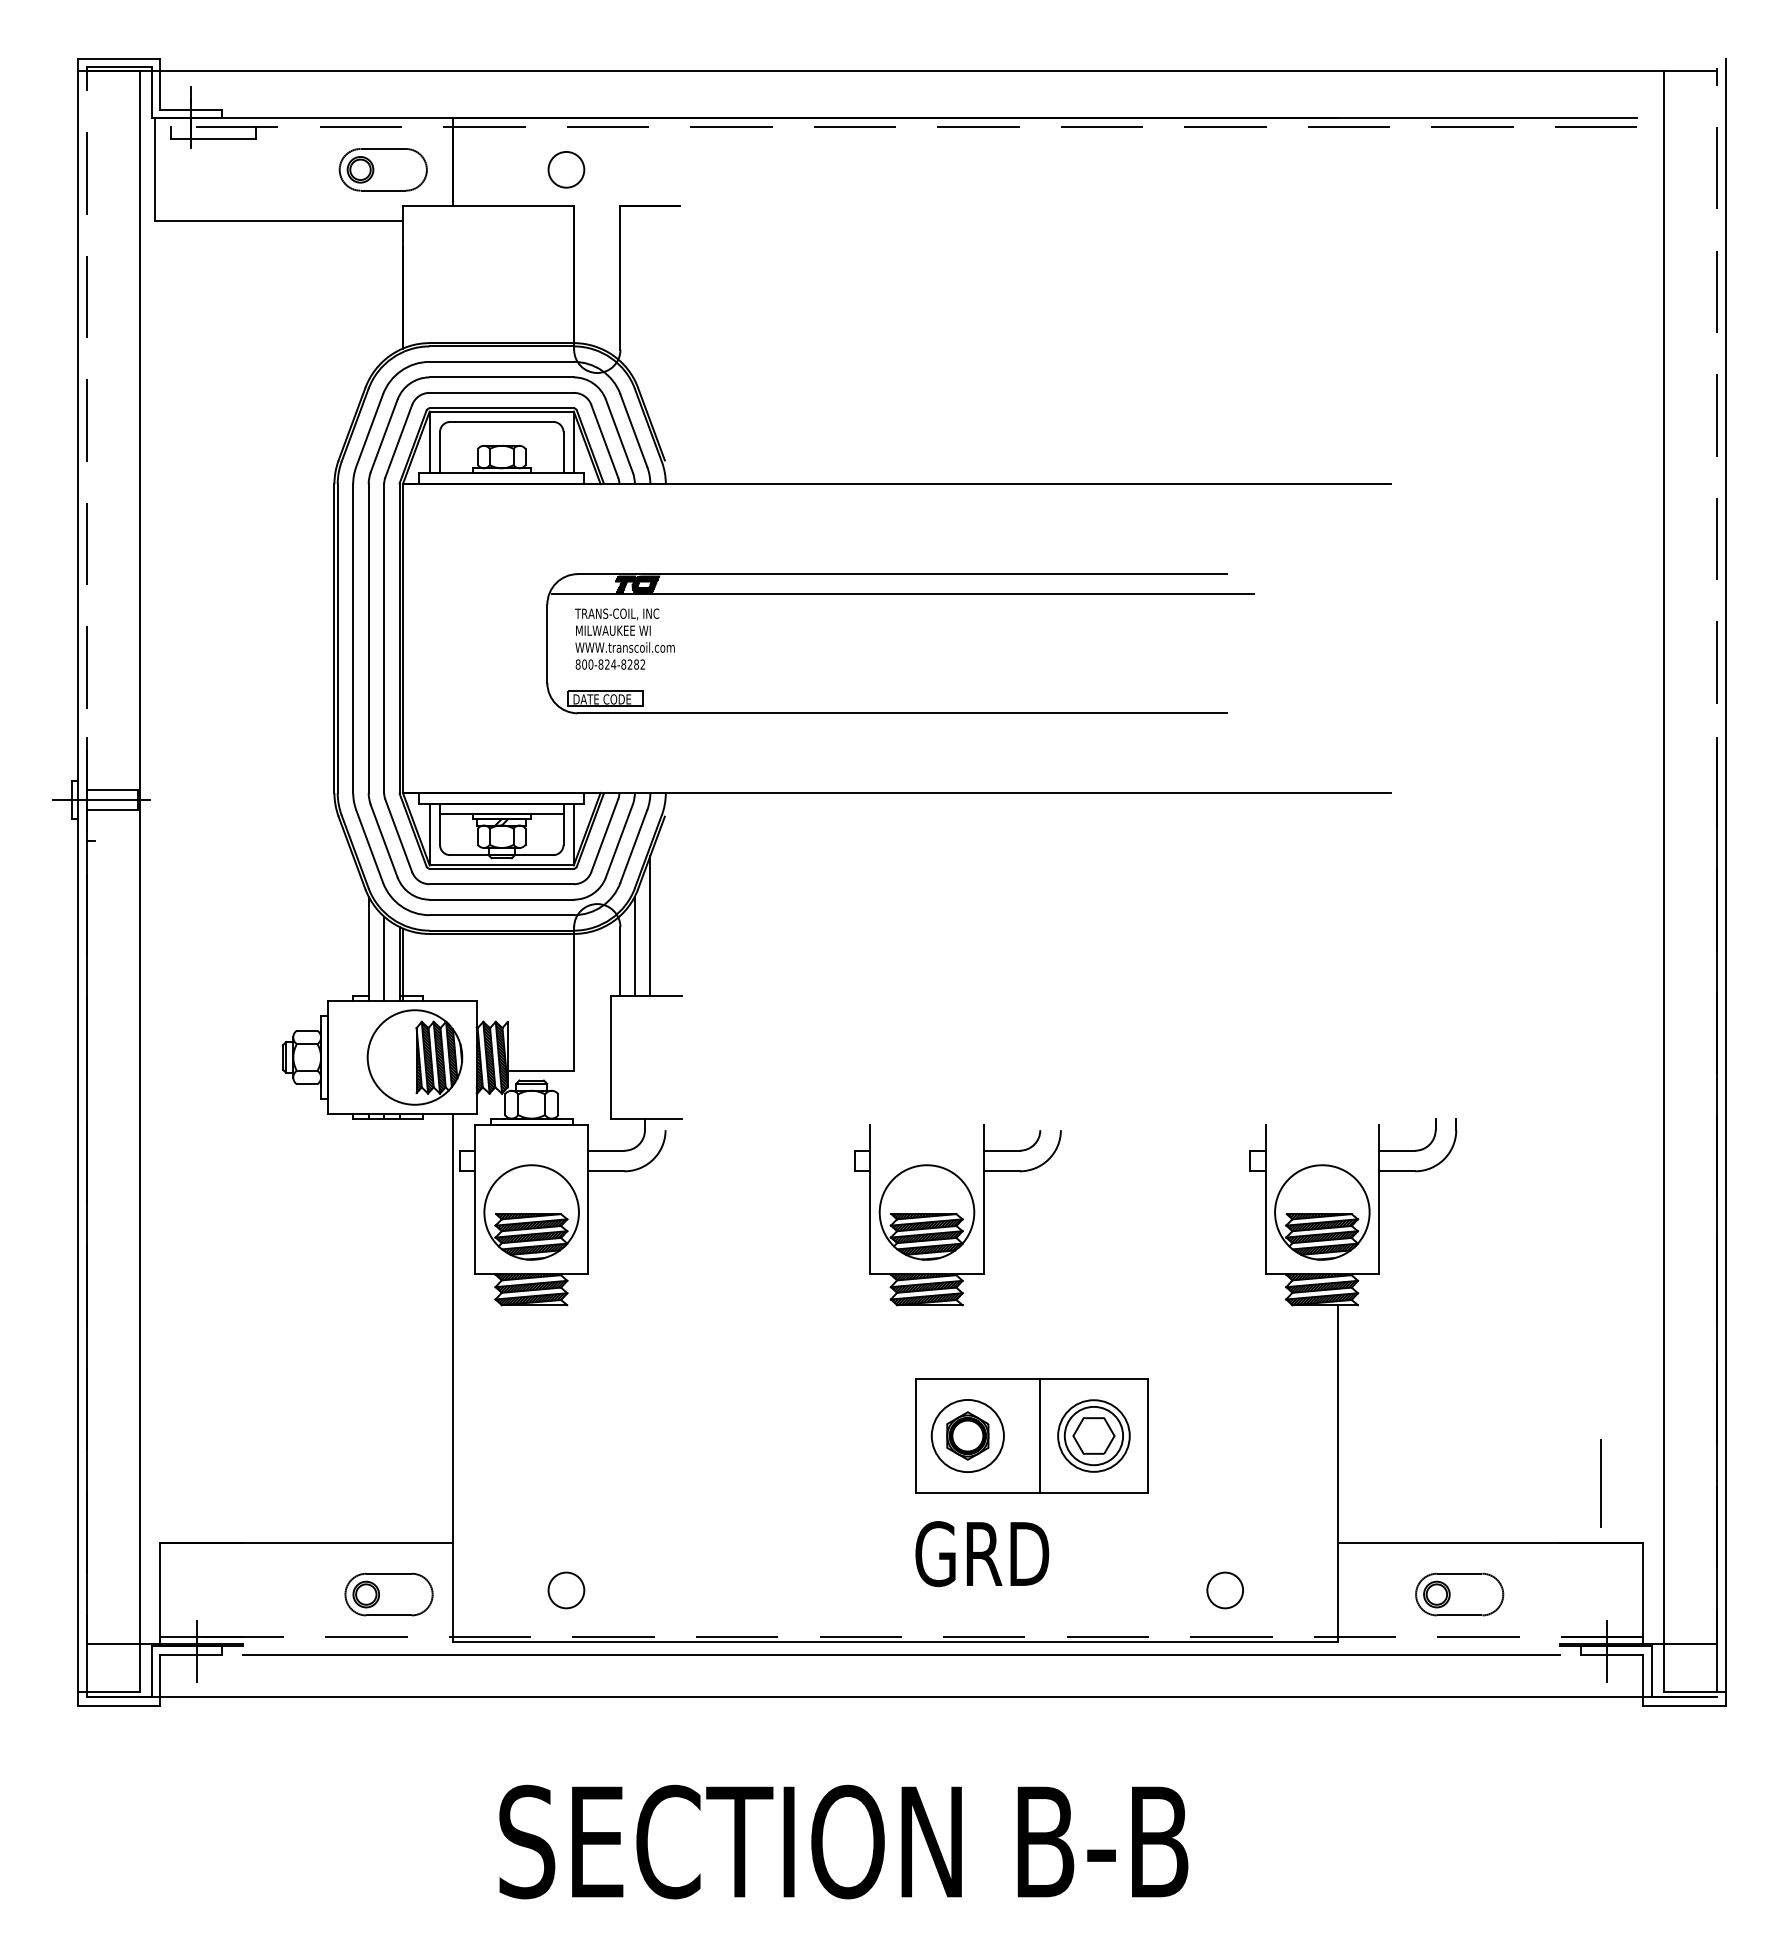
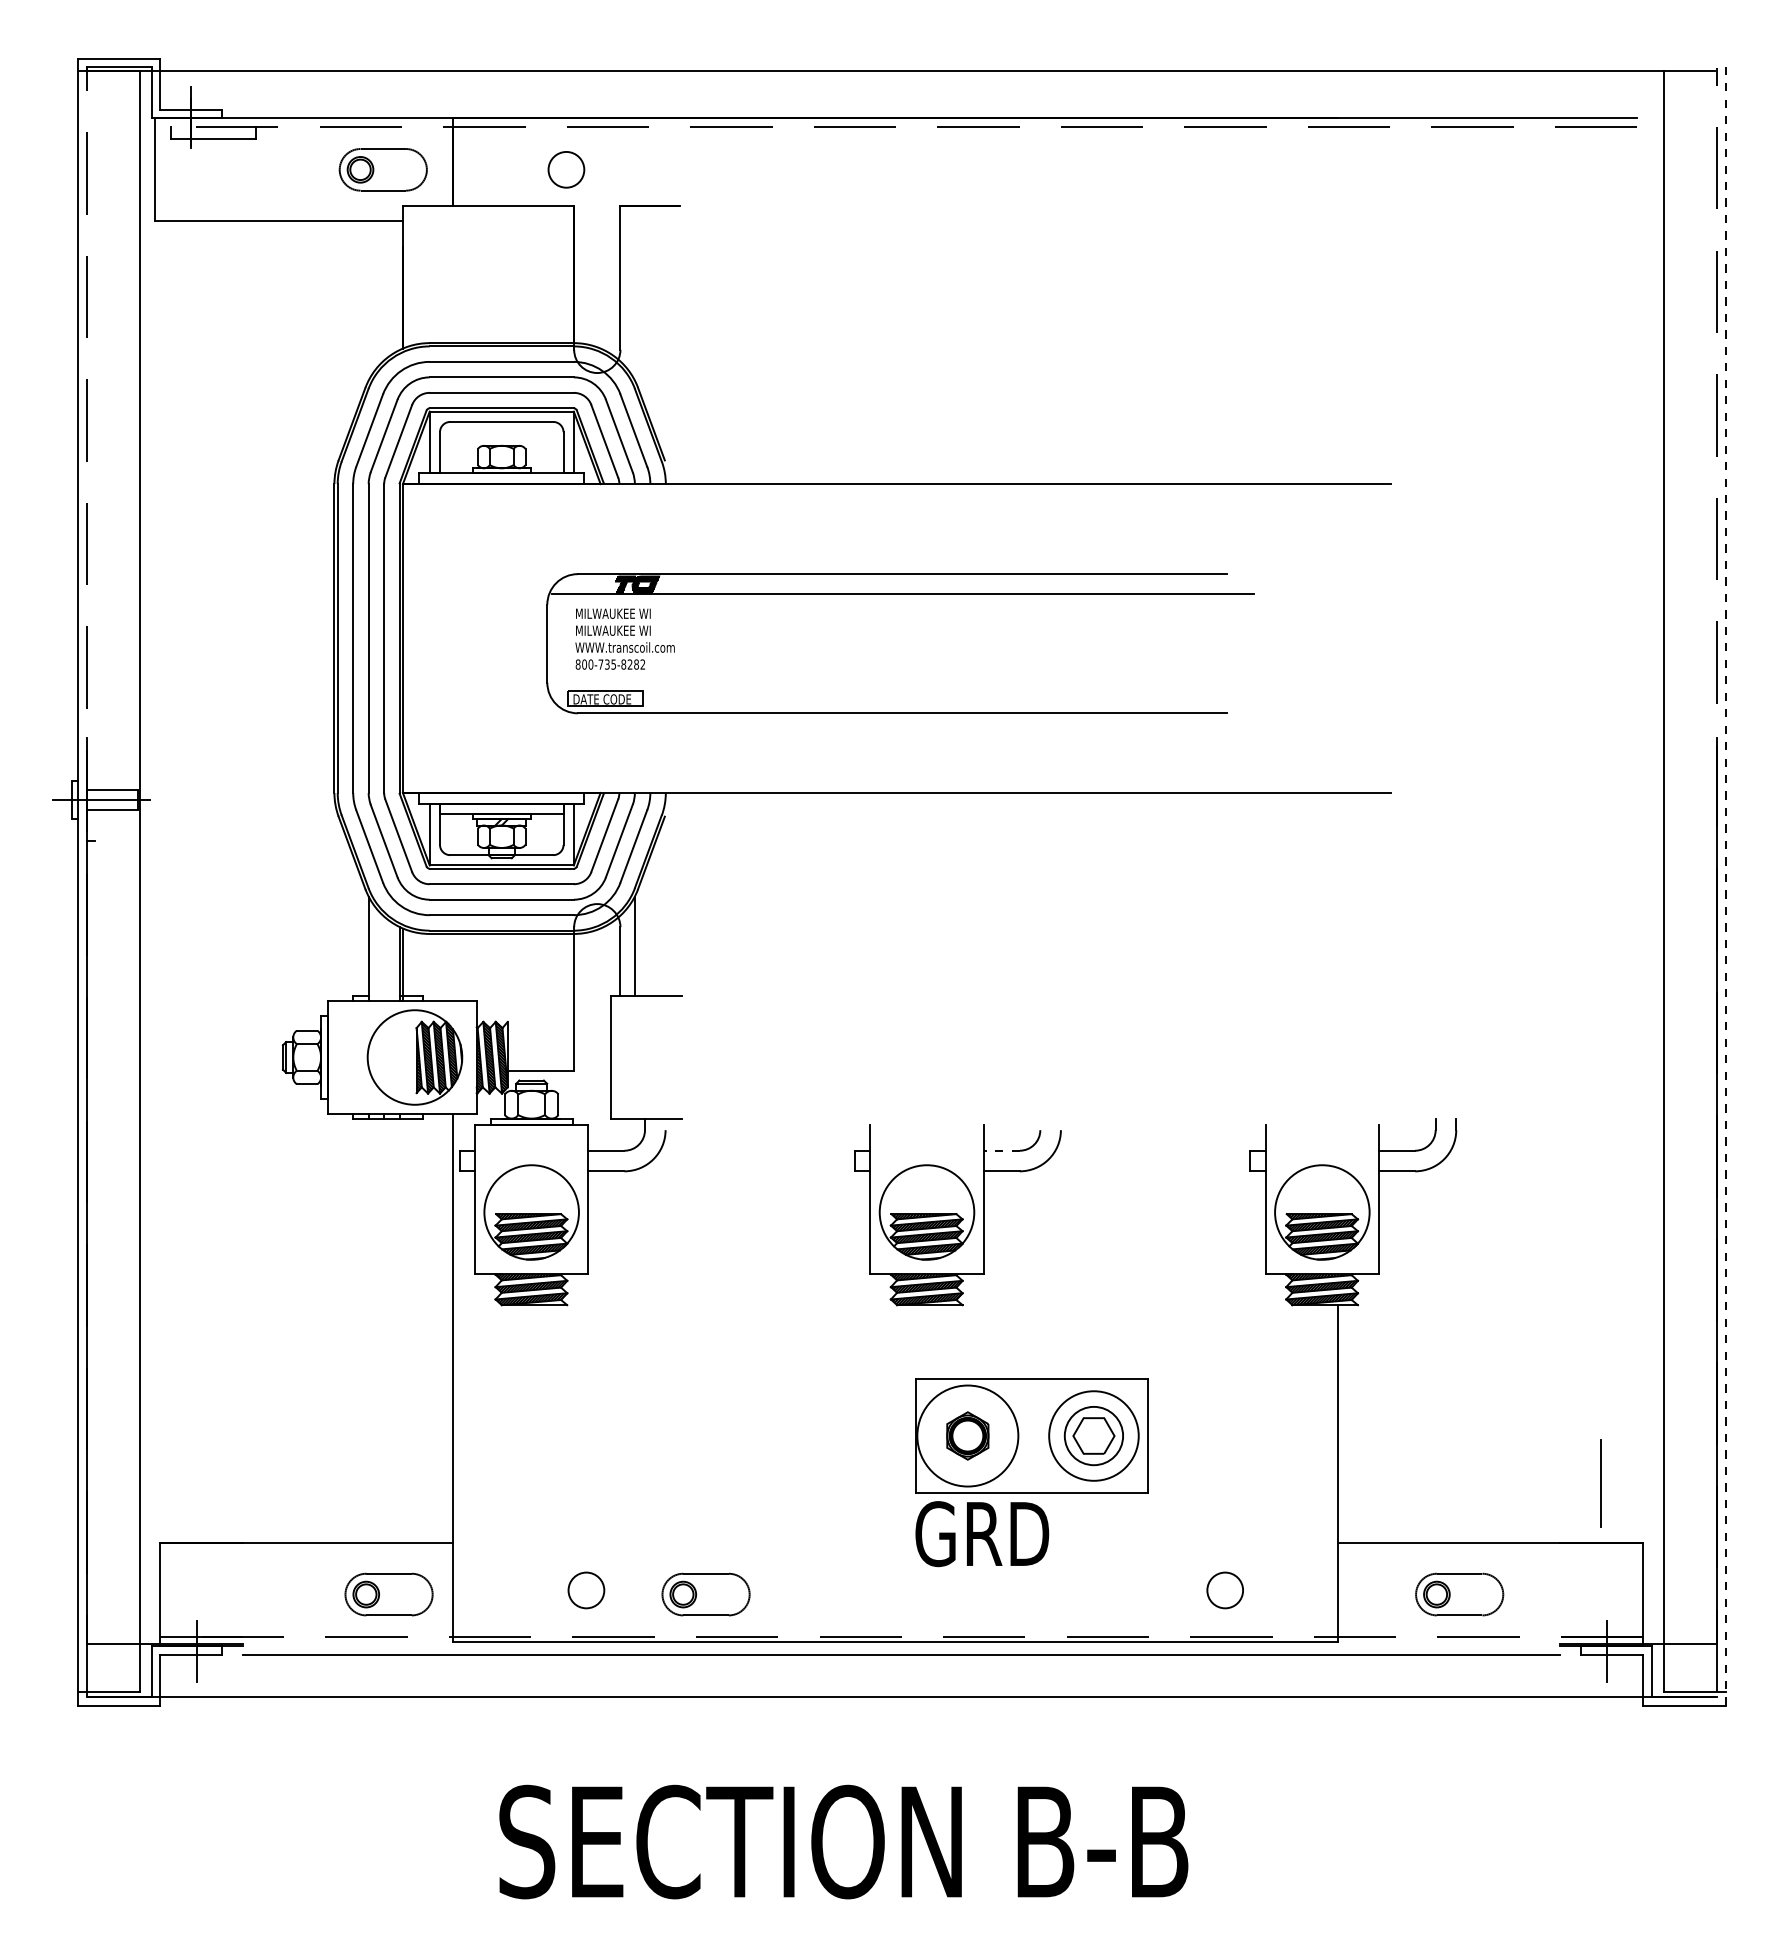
text at (617, 614): TRANS-COIL, INC -> MILWAUKEE WI
text at (607, 664): 800-824-8282 -> 800-735-8282
line at (1725, 881): solid -> dashed
line at (650, 925): present -> none
line at (384, 958): present -> none
line at (1001, 1150): solid -> dashed
circle at (967, 1435) diameter: 72 px -> 101 px
line at (1039, 1435): present -> none
circle at (1093, 1435) diameter: 72 px -> 90 px
text at (982, 1554) position: (982, 1554) -> (982, 1534)
circle at (566, 1590) position: (566, 1590) -> (586, 1590)
part at (705, 1594): none -> present
